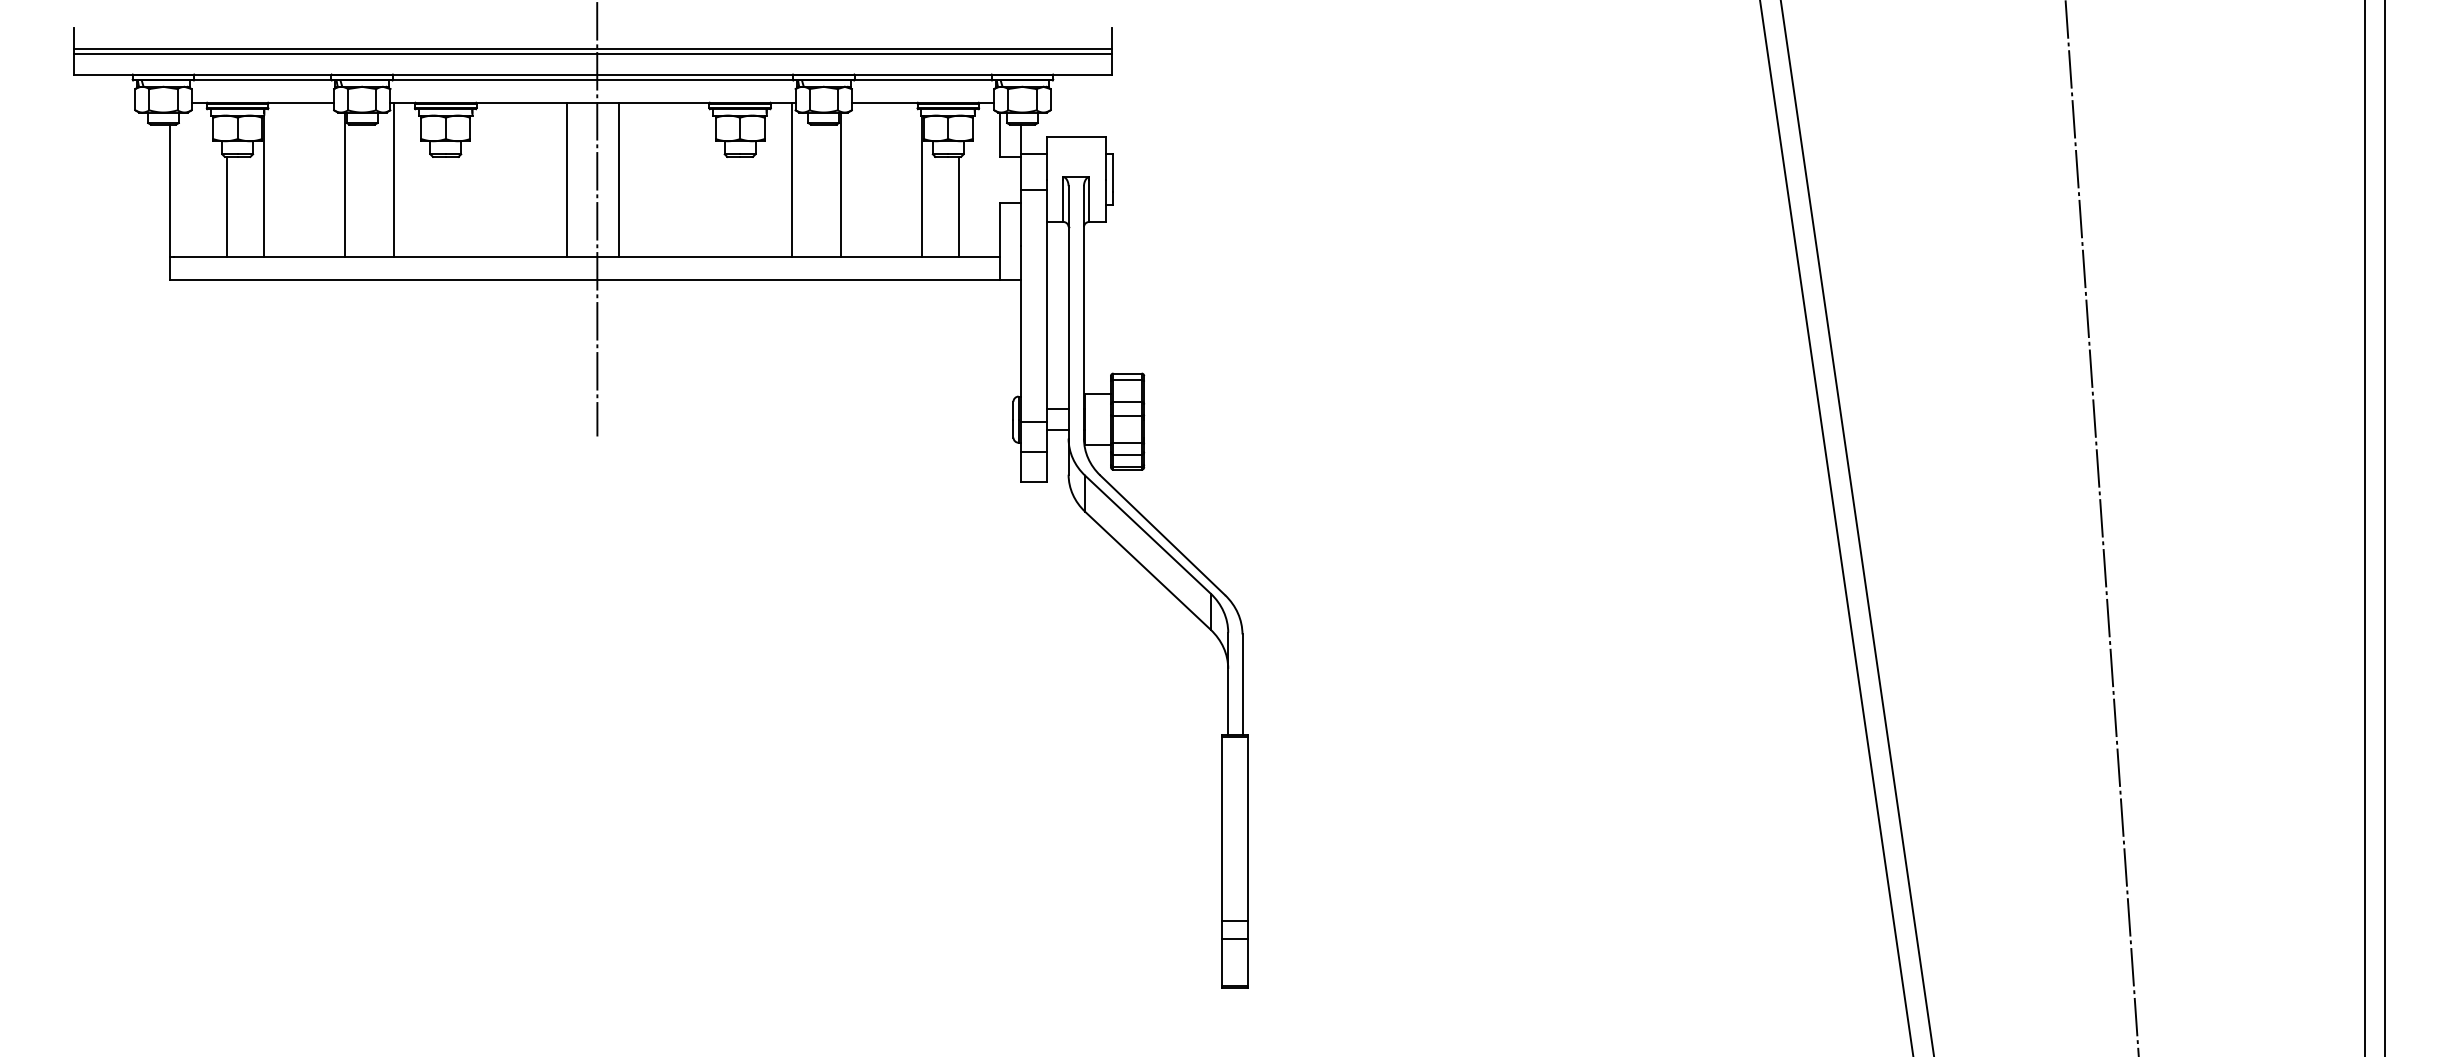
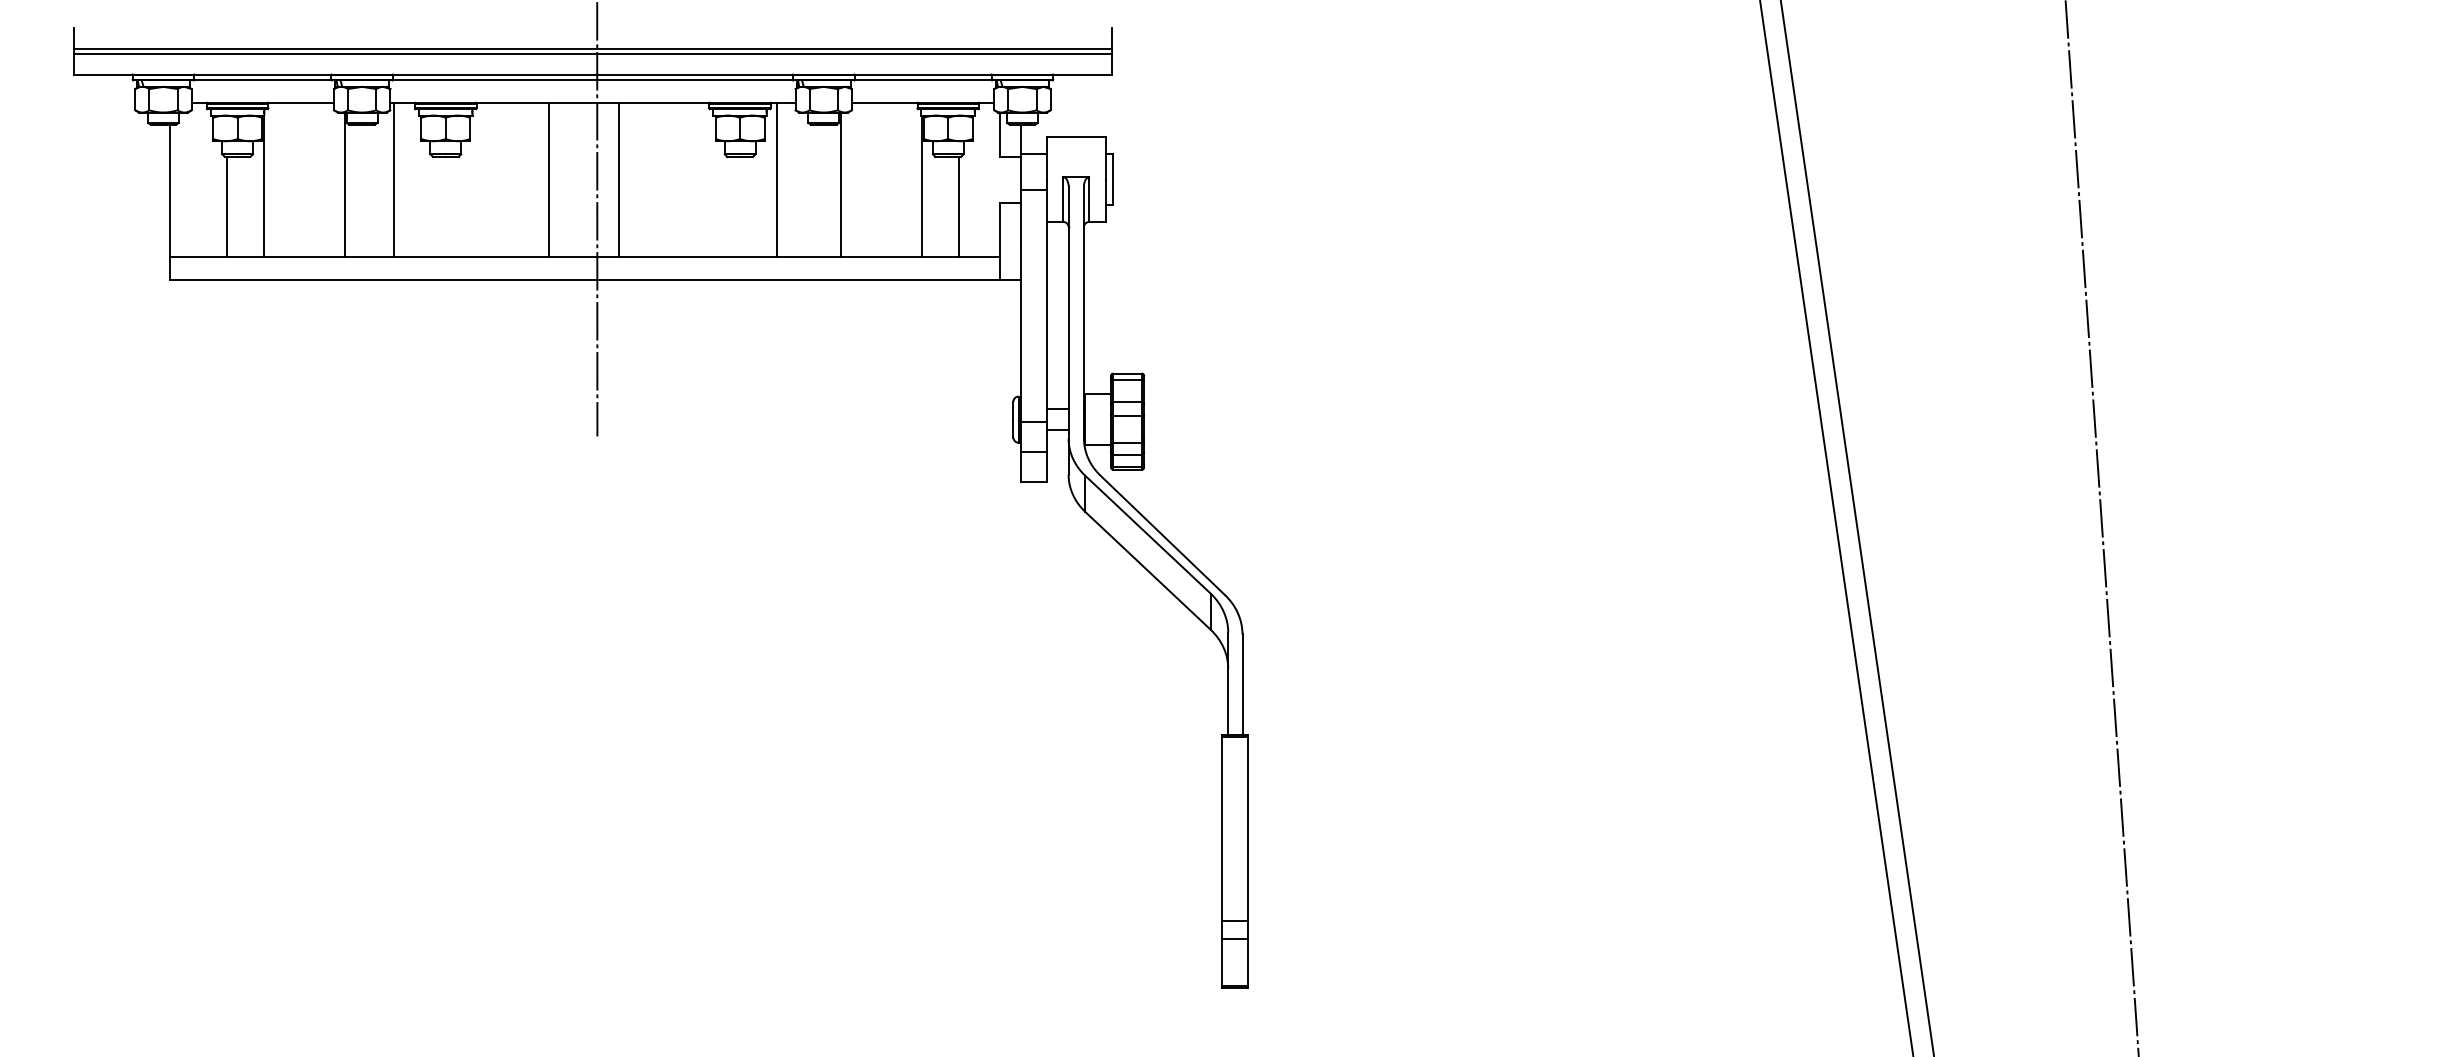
line at (567, 179) position: (567, 179) -> (549, 179)
line at (791, 179) position: (791, 179) -> (776, 179)
line at (2364, 527): present -> none
line at (2385, 527): present -> none
